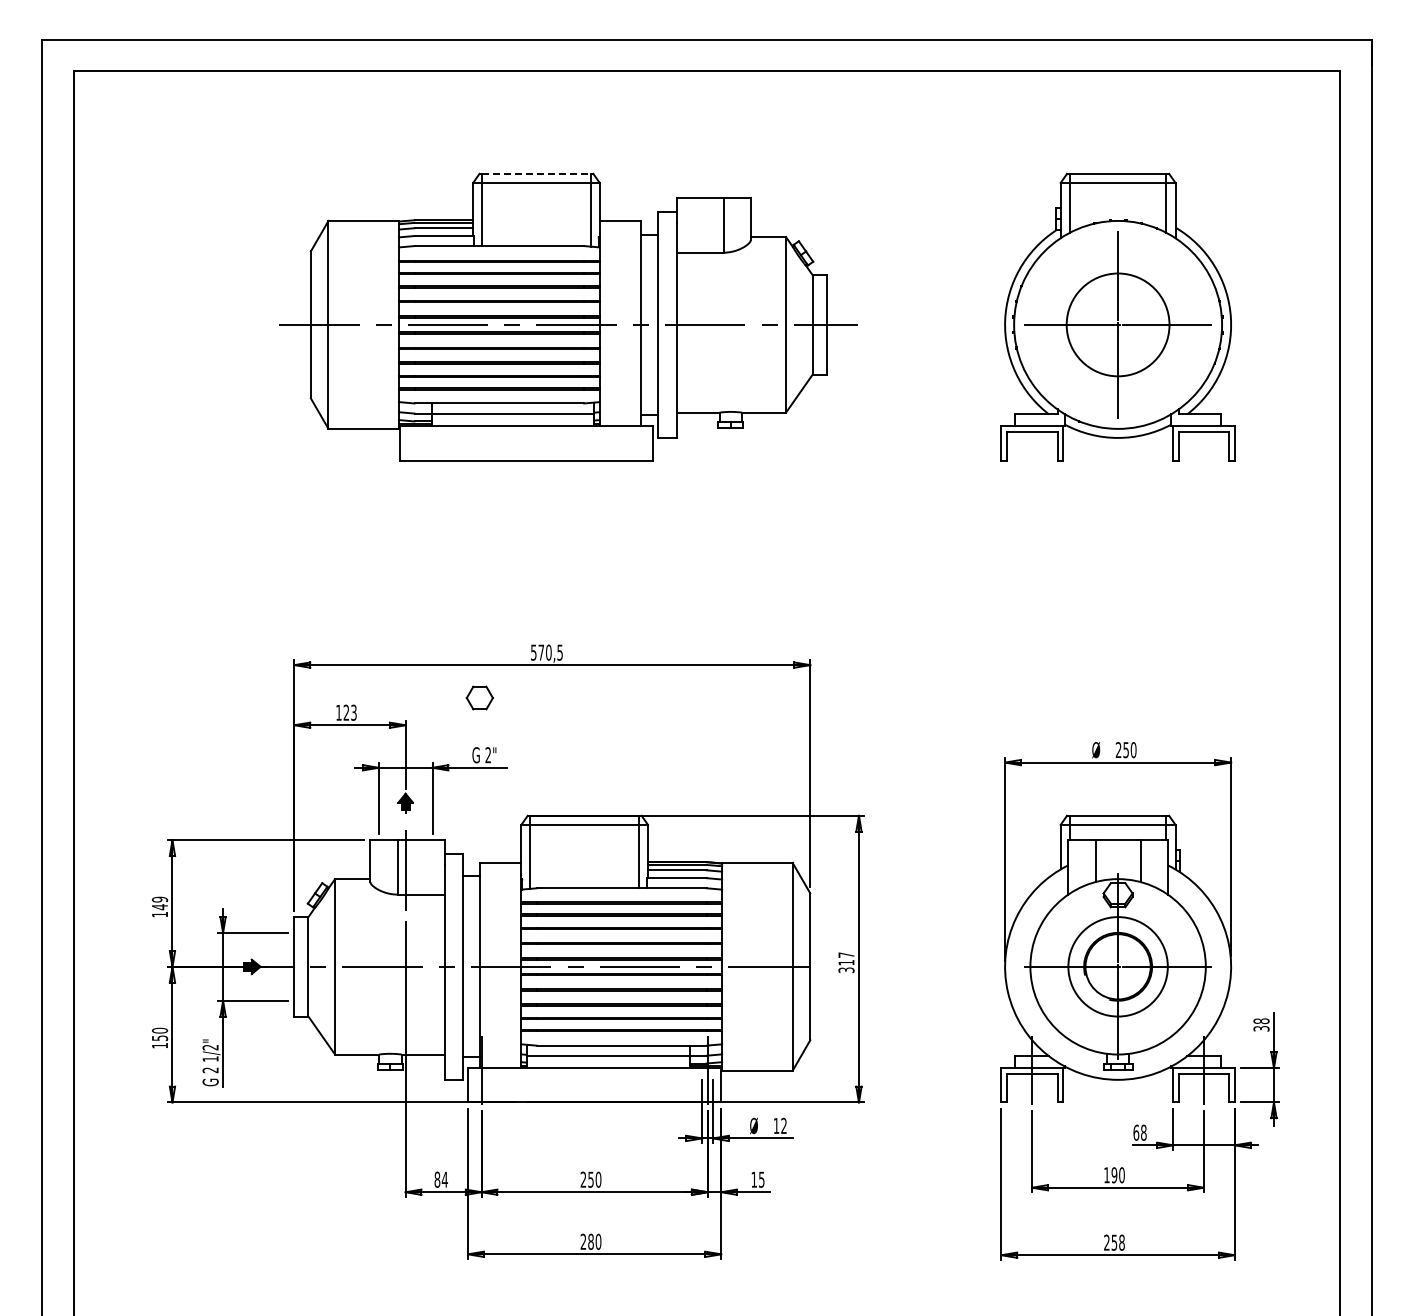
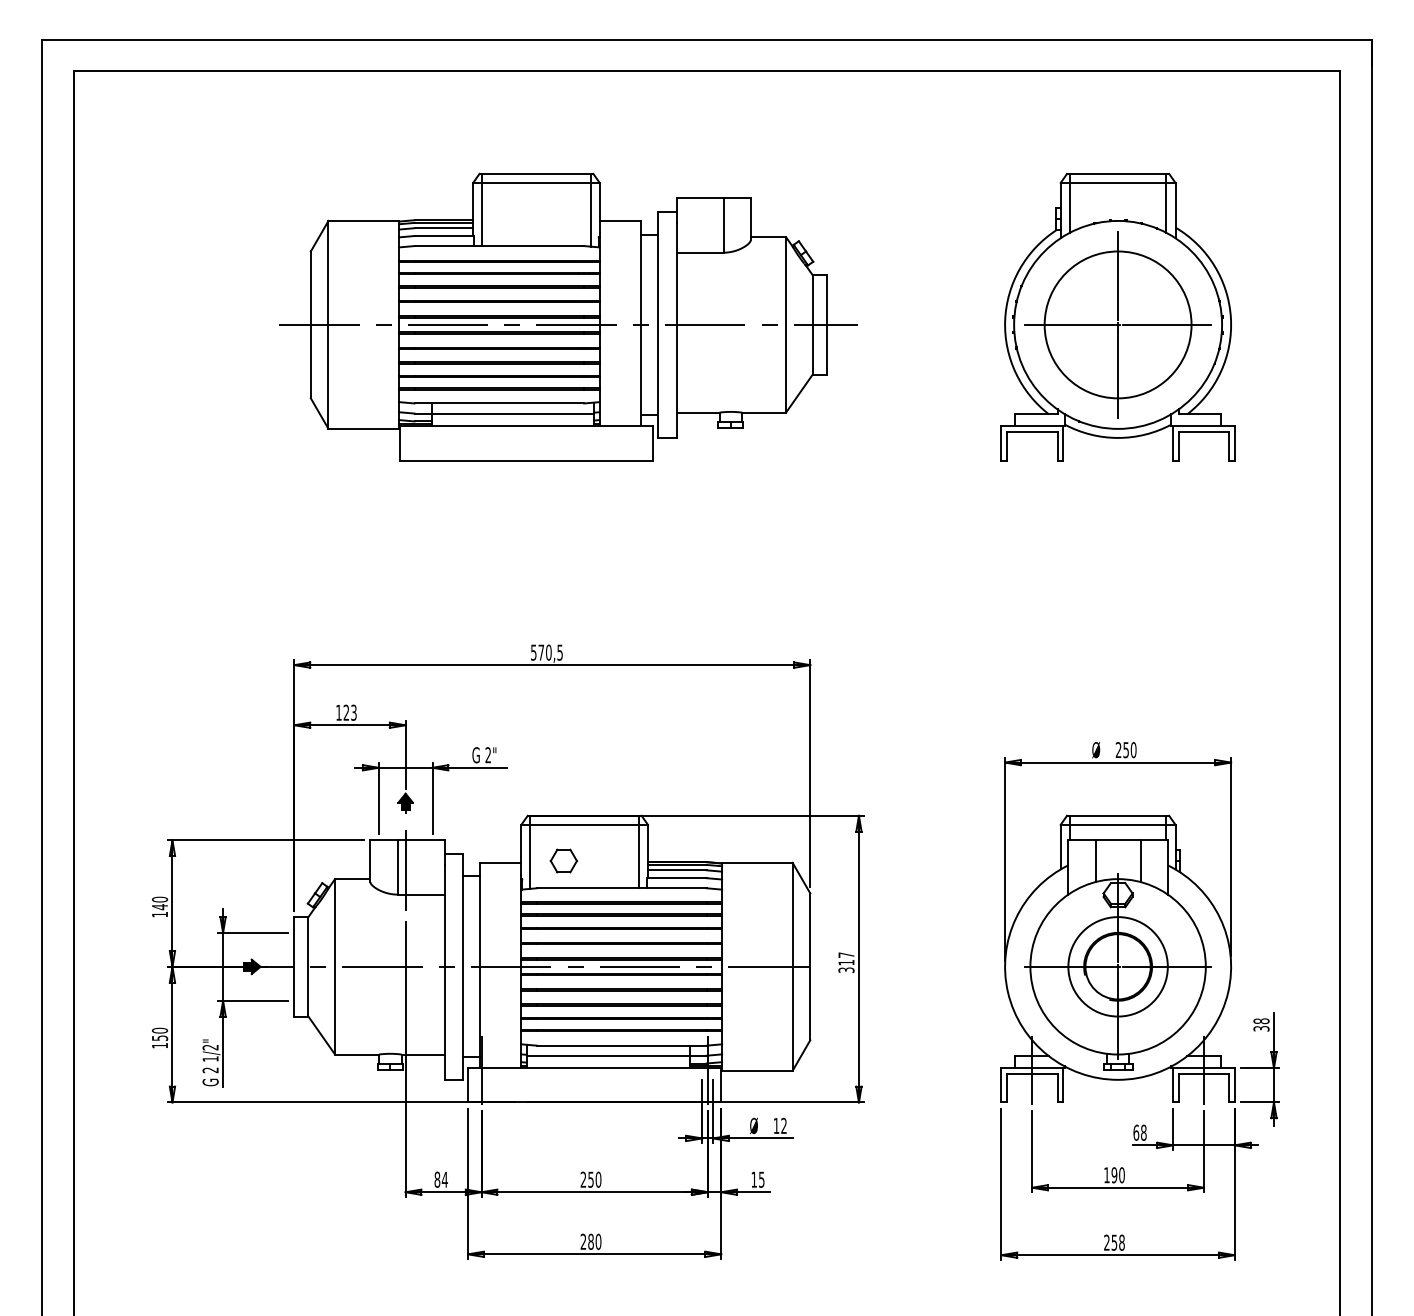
line at (536, 173): dashed -> solid
circle at (1117, 324) diameter: 103 px -> 147 px
part at (479, 697) position: (479, 697) -> (563, 860)
text at (160, 899): 149 -> 140
